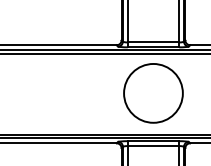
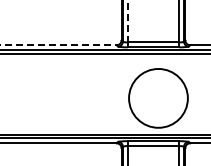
line at (127, 21): solid -> dashed
line at (58, 45): solid -> dashed
circle at (153, 93) position: (153, 93) -> (158, 98)
